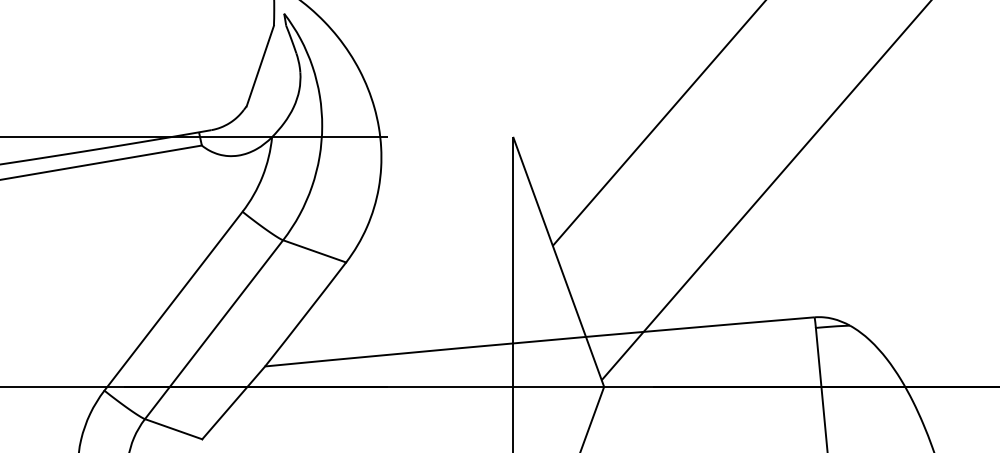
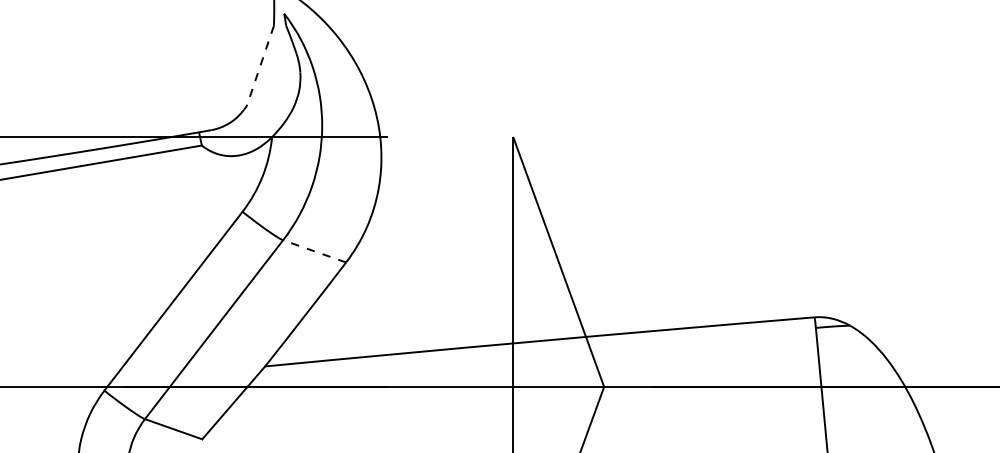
line at (260, 66): solid -> dashed
line at (657, 123): present -> none
line at (765, 191): present -> none
line at (314, 251): solid -> dashed
